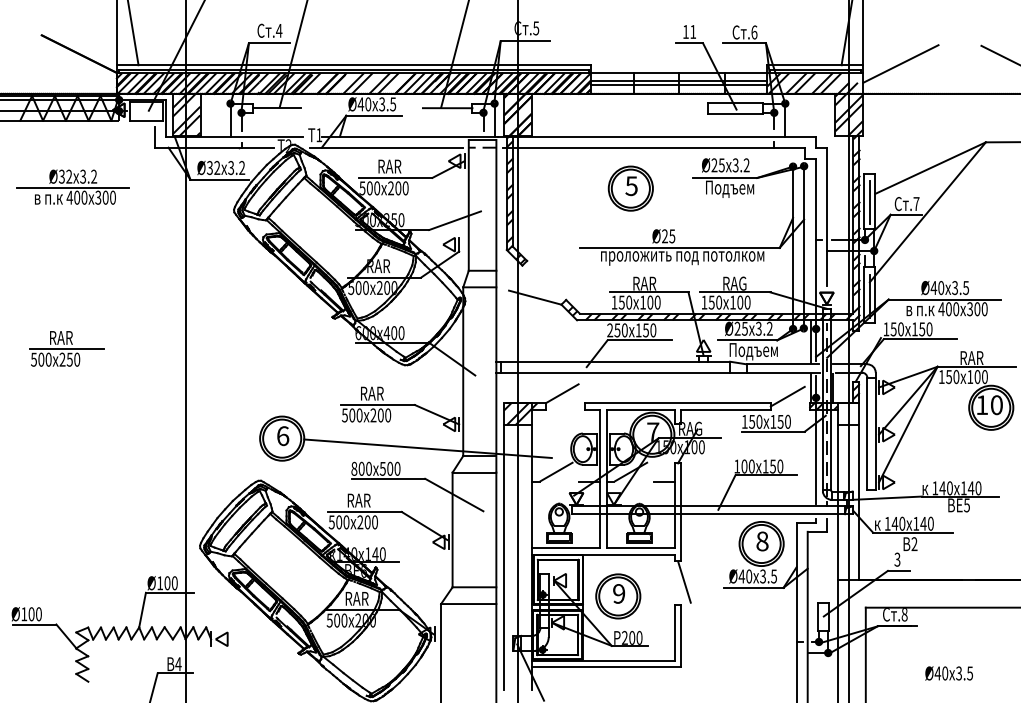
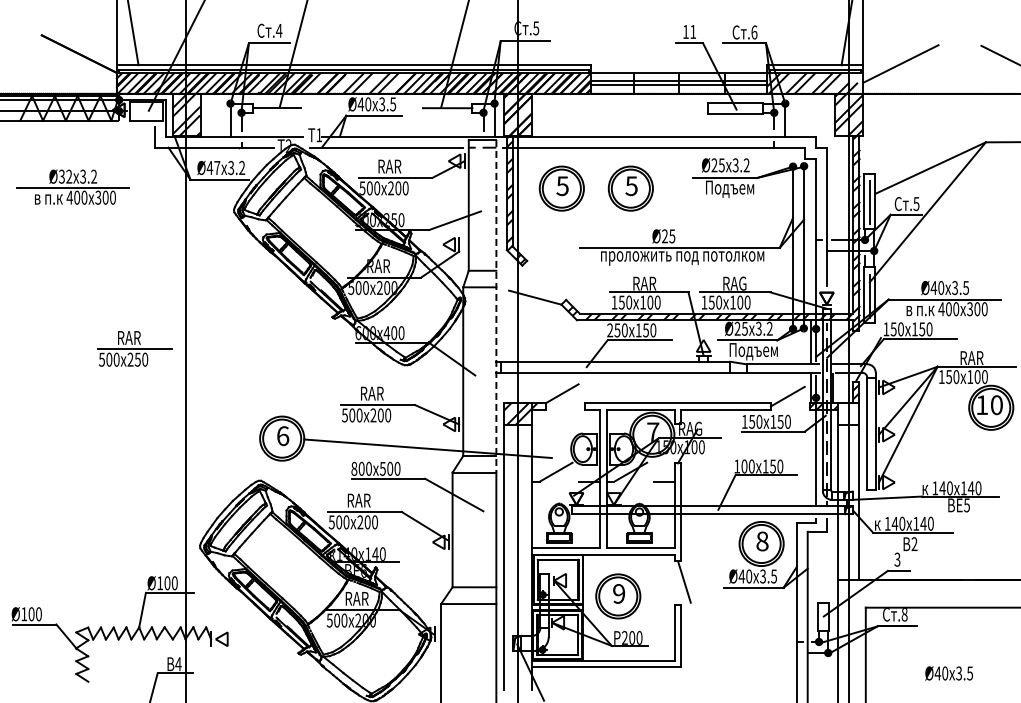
text at (213, 167): Ø32x3.2 -> Ø47x3.2
part at (561, 188): none -> present
text at (916, 204): .7 -> .5
line at (496, 306): solid -> dashed
part at (66, 348) position: (66, 348) -> (134, 348)
